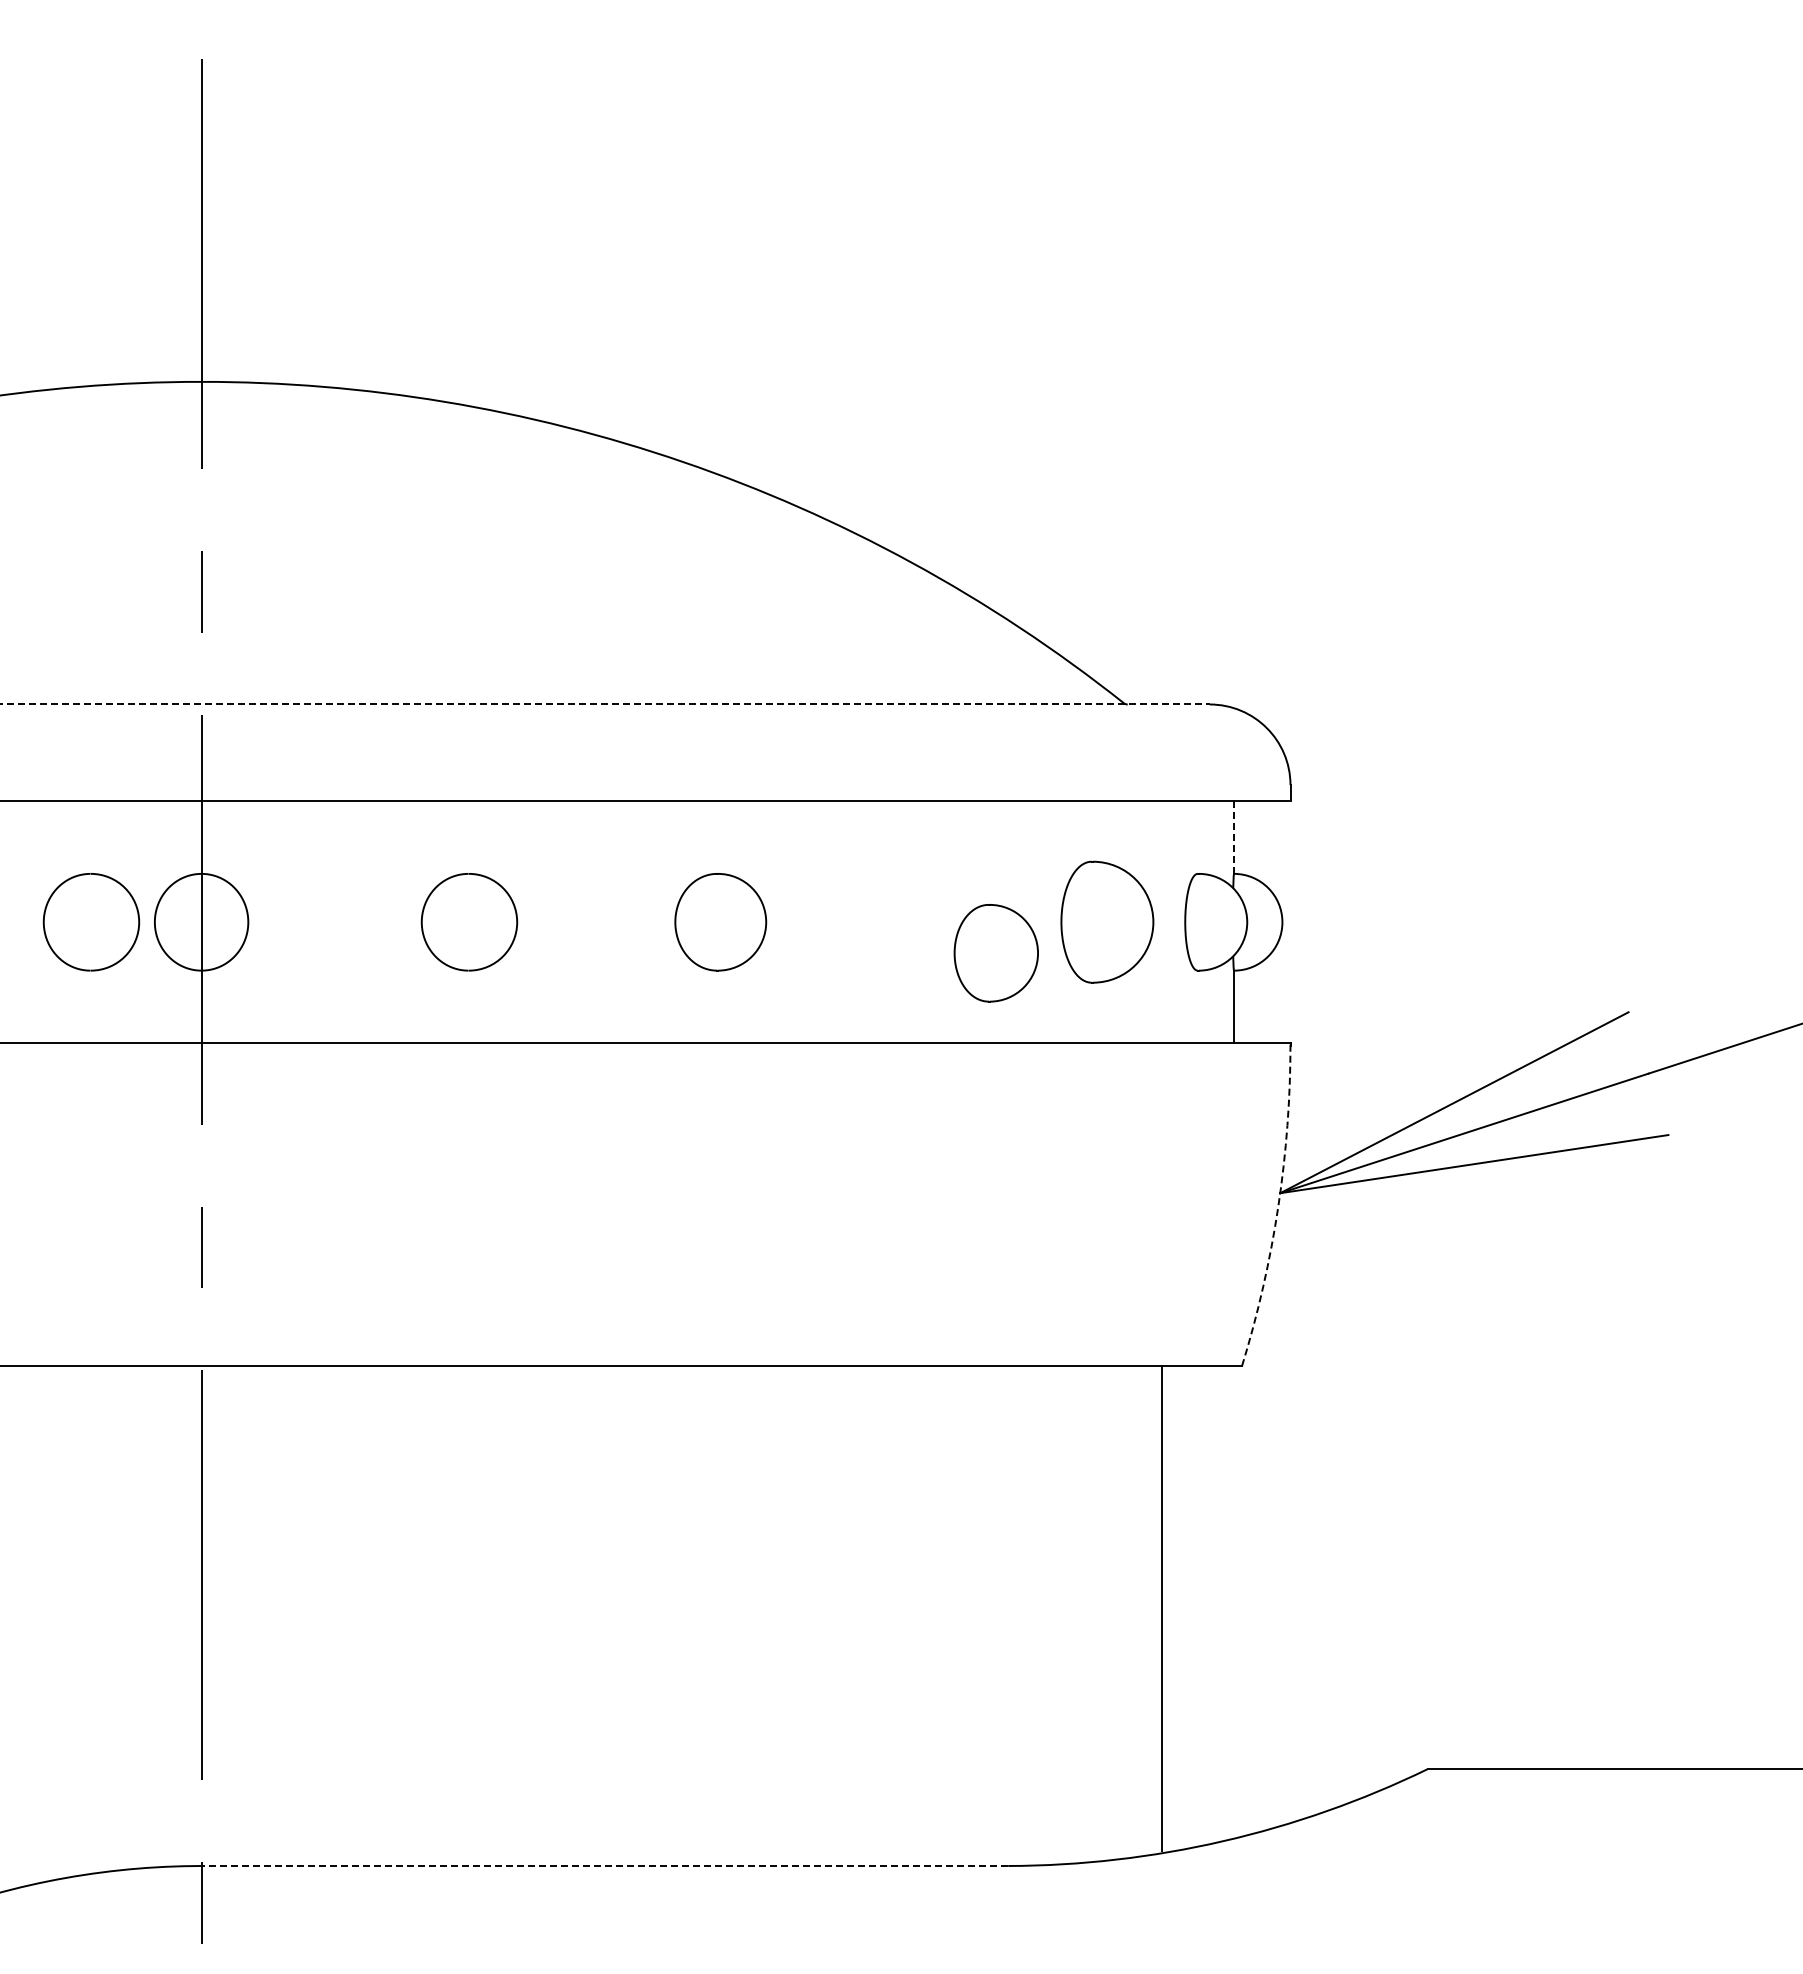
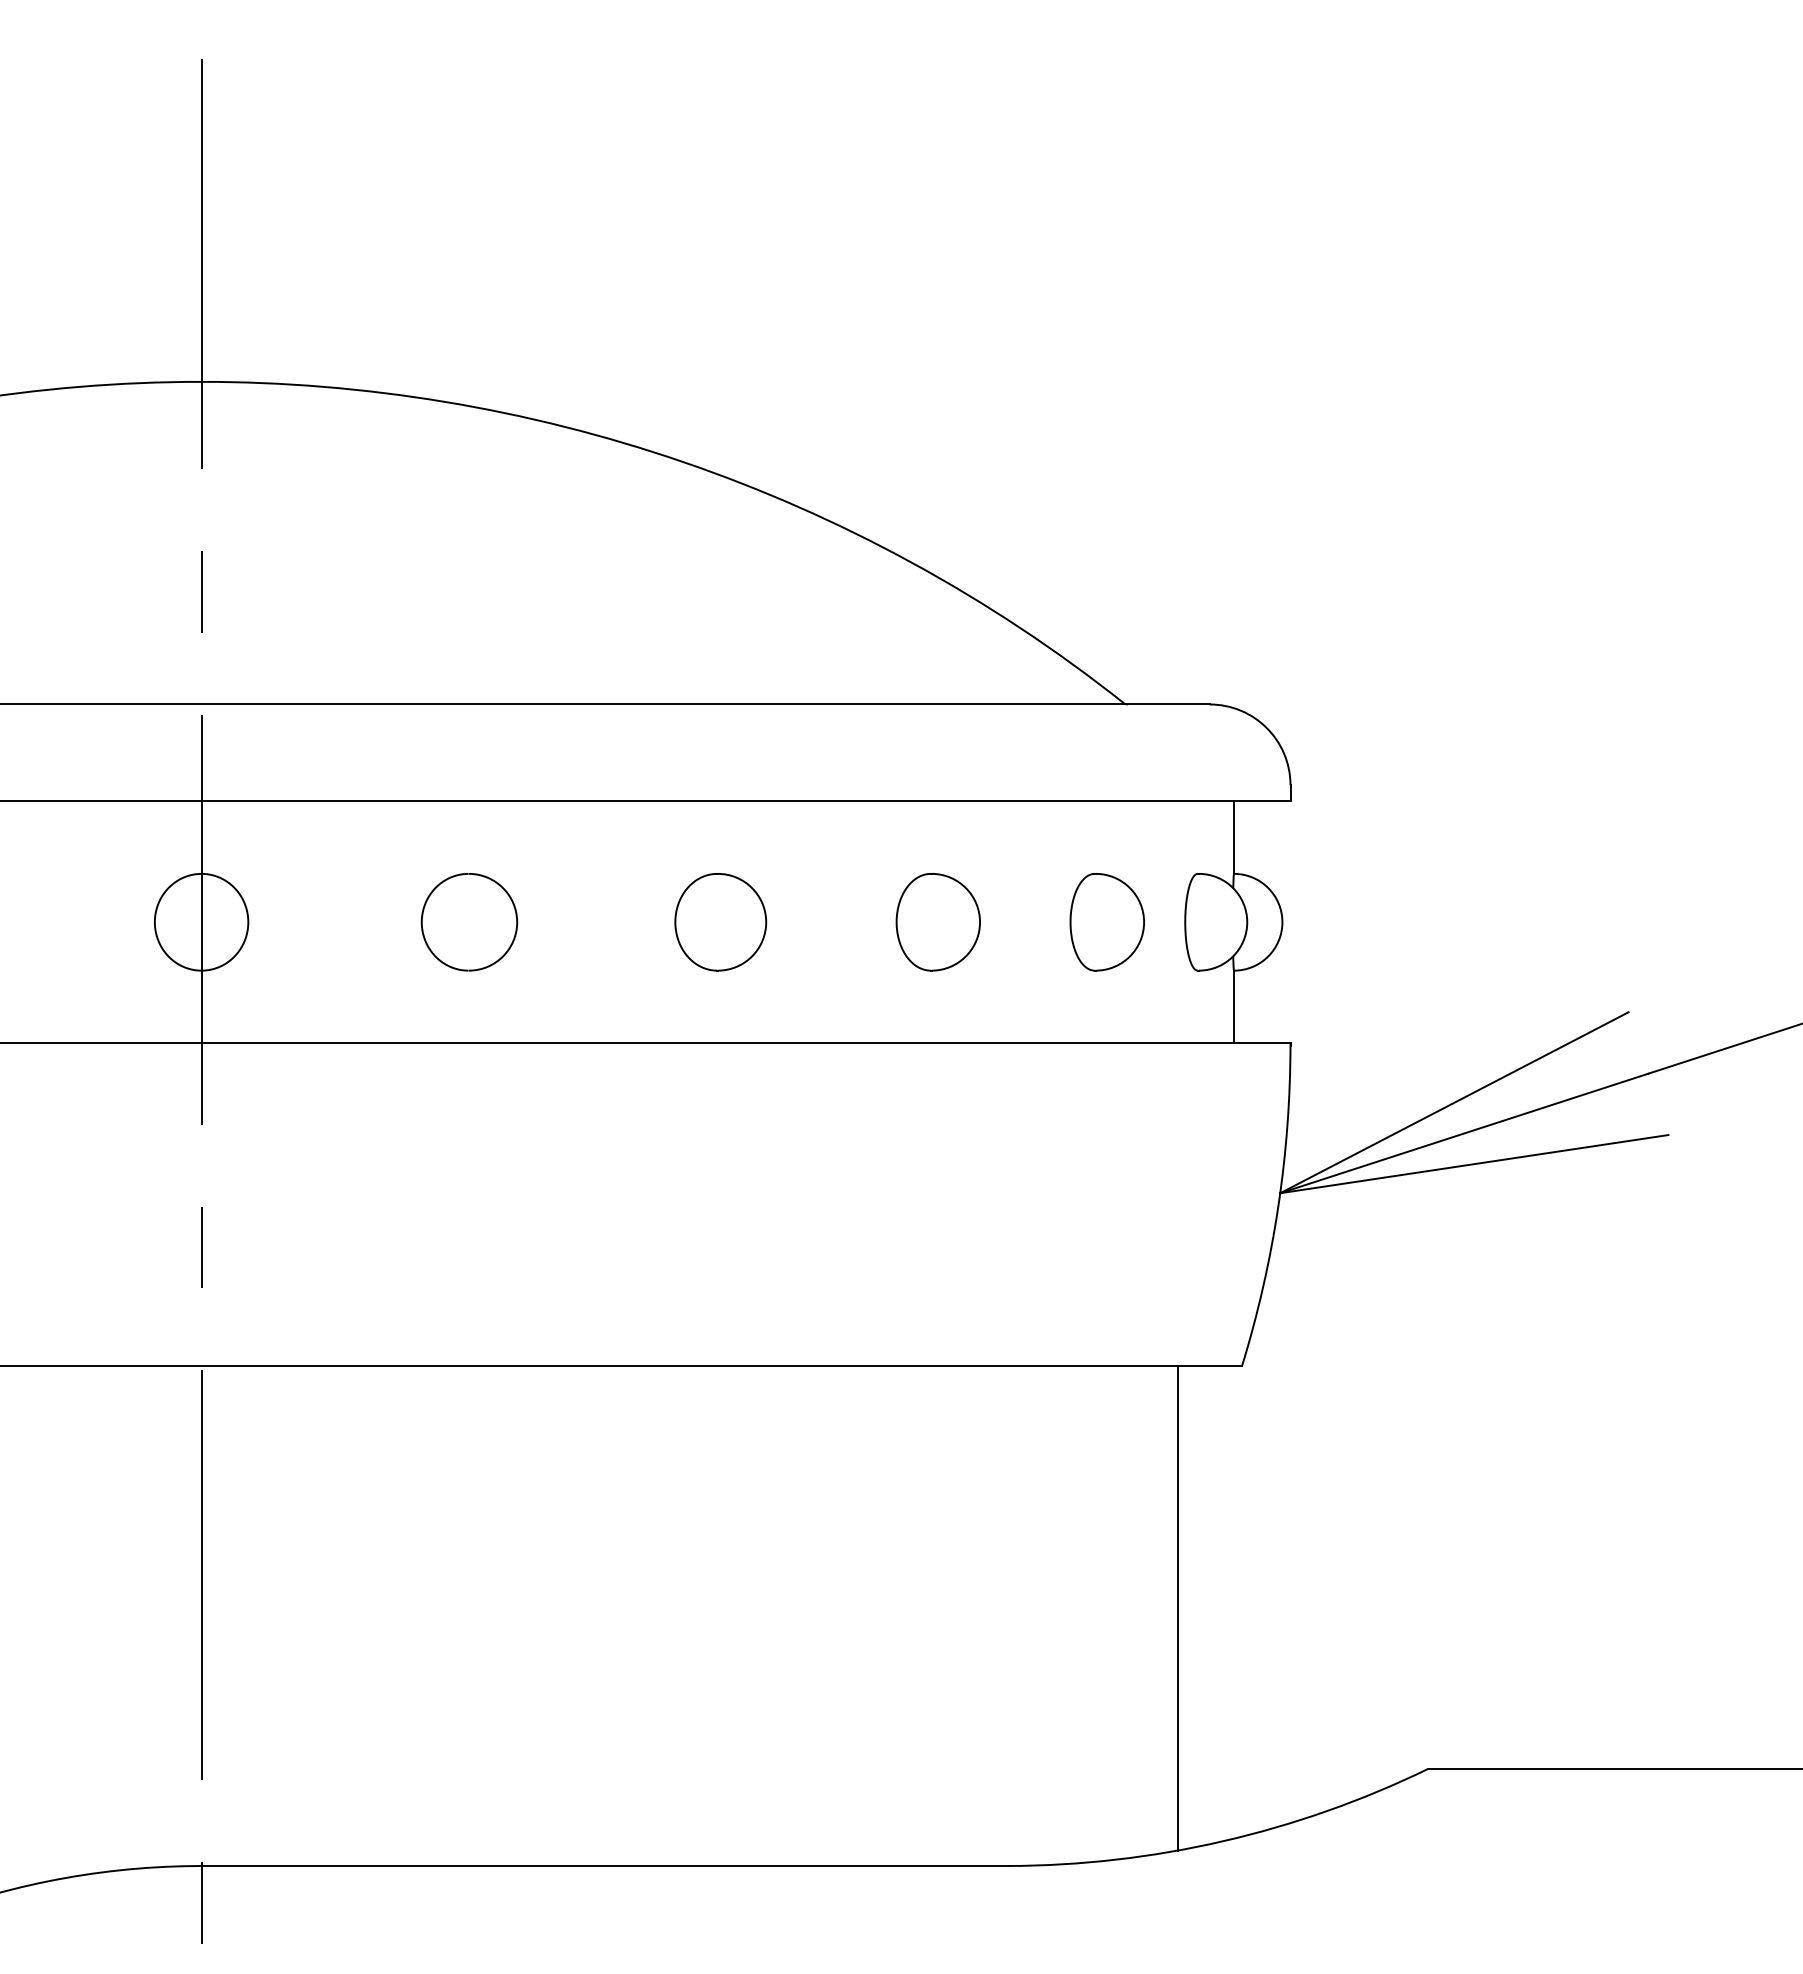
line at (604, 704): dashed -> solid
line at (1234, 837): dashed -> solid
part at (1107, 921) size: 95x124 px -> 76x99 px
part at (91, 922): present -> none
part at (995, 953) position: (995, 953) -> (937, 922)
arc at (1278, 1206): dashed -> solid
line at (1161, 1607) position: (1161, 1607) -> (1177, 1607)
line at (604, 1865): dashed -> solid
